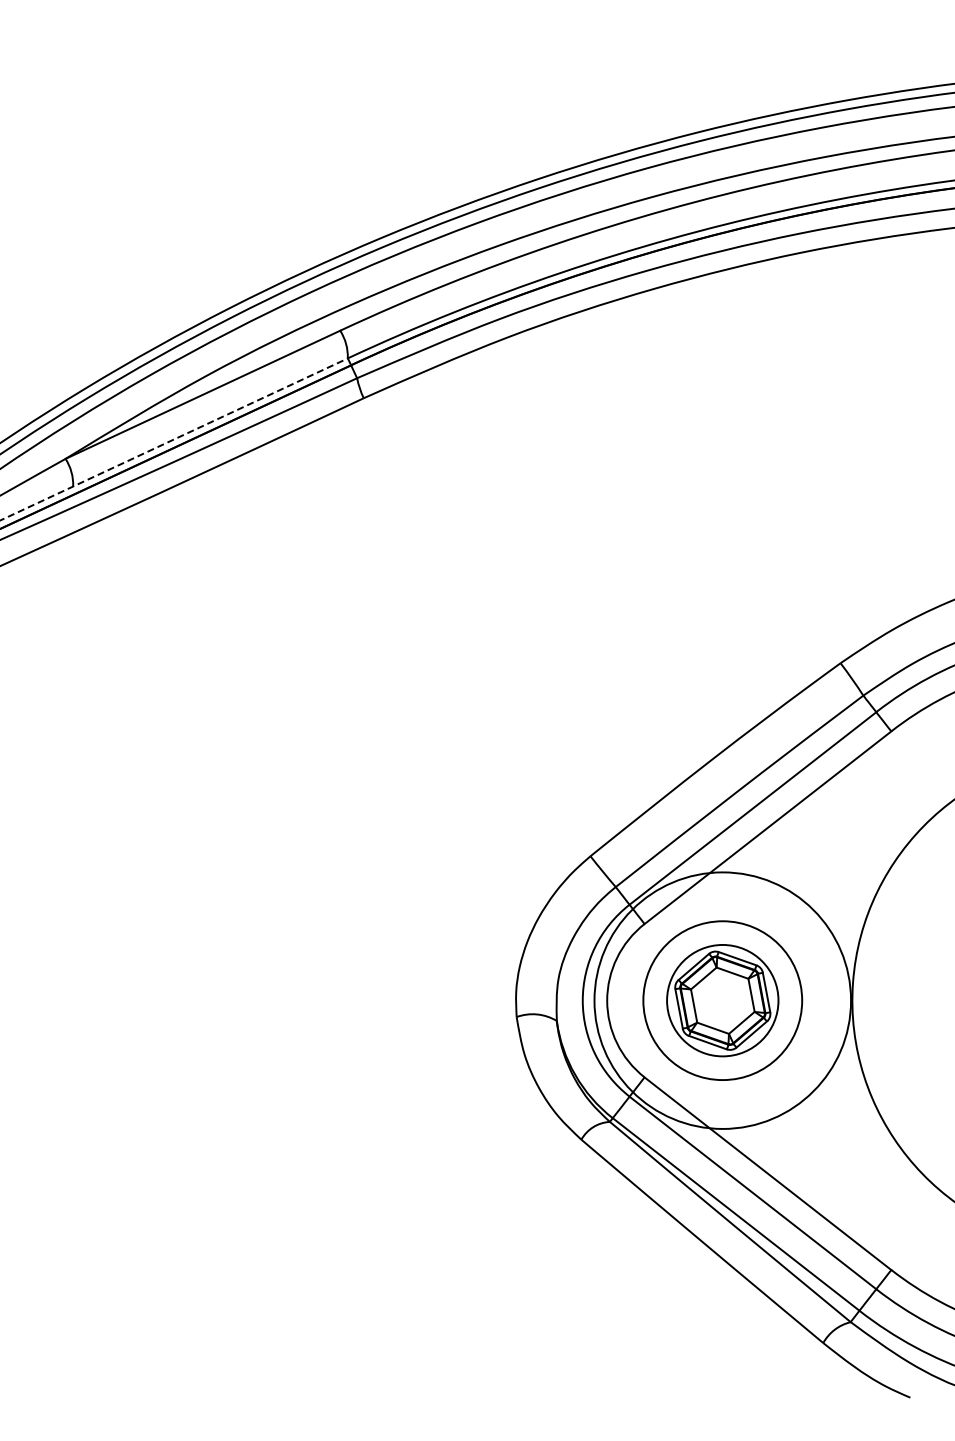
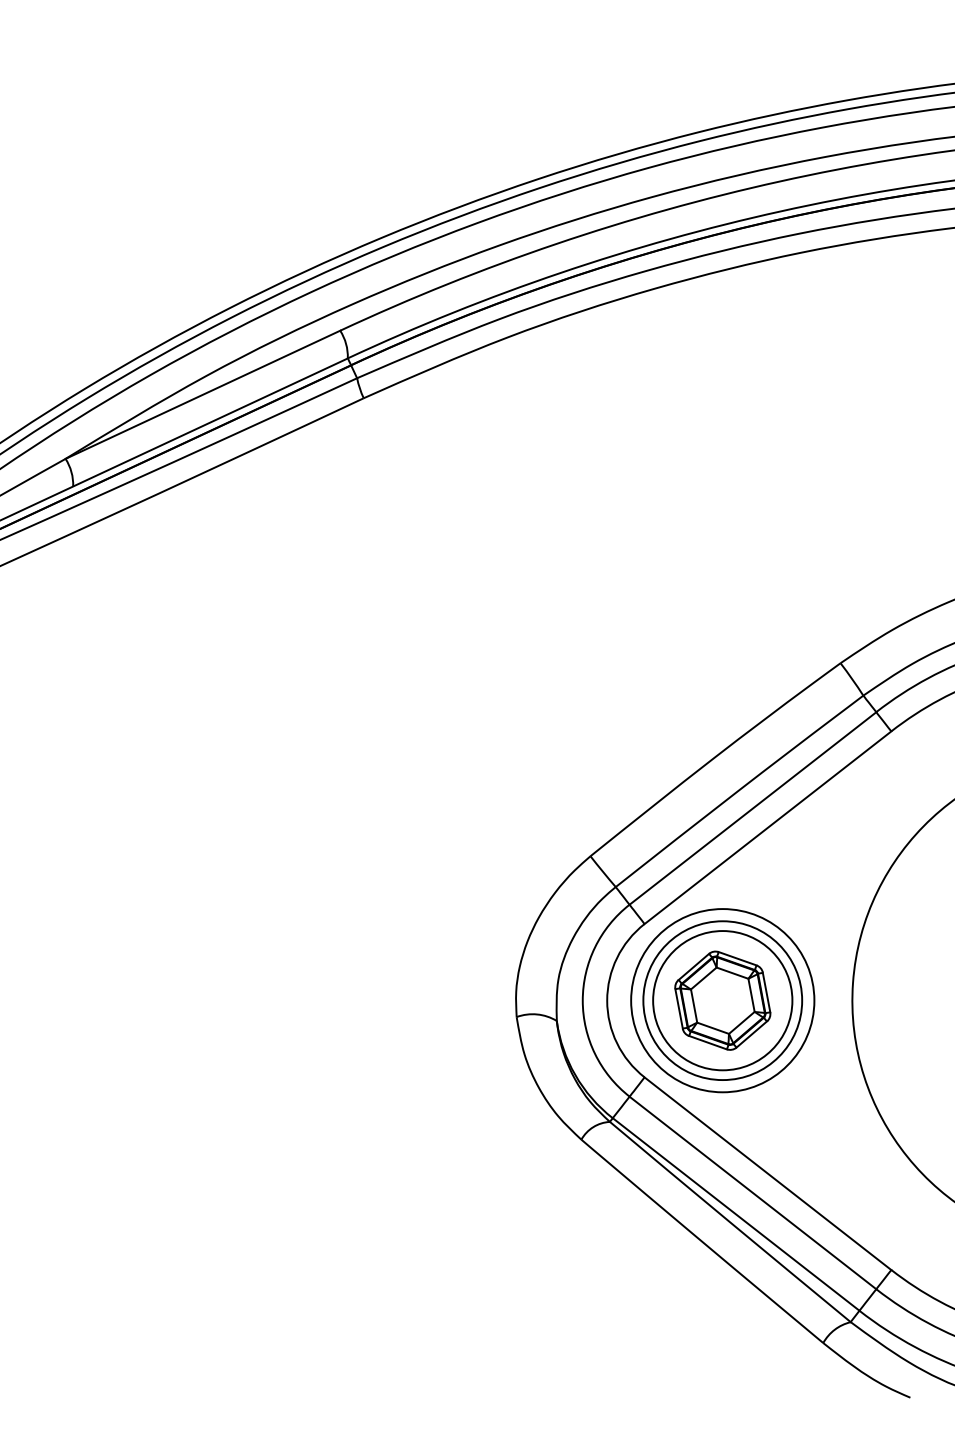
line at (174, 439): dashed -> solid
circle at (722, 1000) diameter: 111 px -> 139 px
circle at (722, 1000) diameter: 257 px -> 183 px
